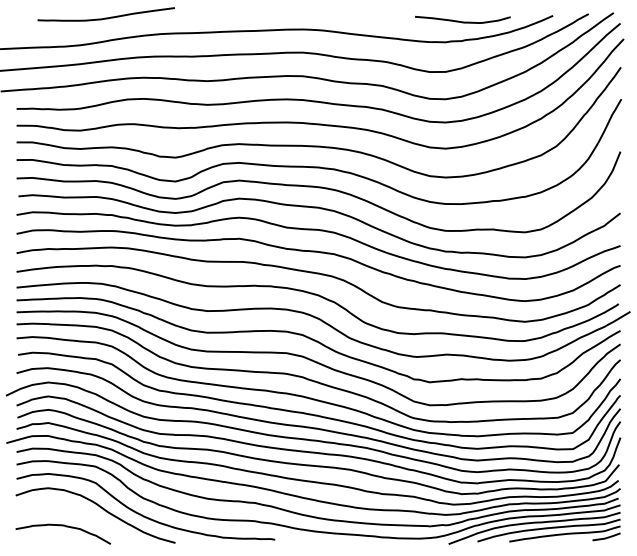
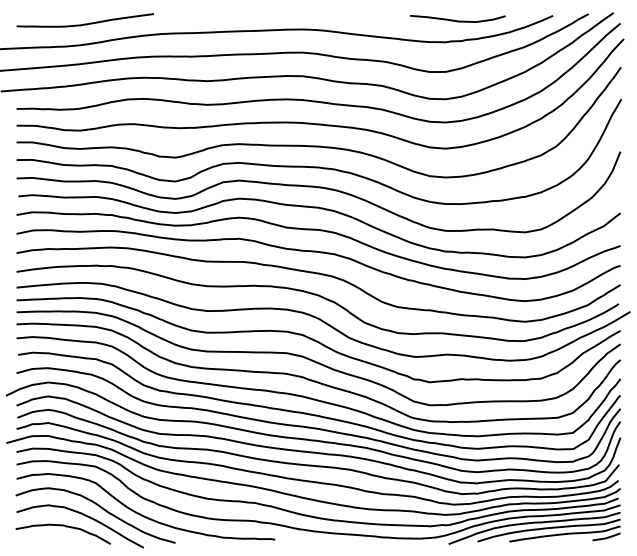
curve at (105, 17) position: (105, 17) -> (84, 23)
curve at (462, 21) position: (462, 21) -> (457, 20)
curve at (85, 516): none -> present
